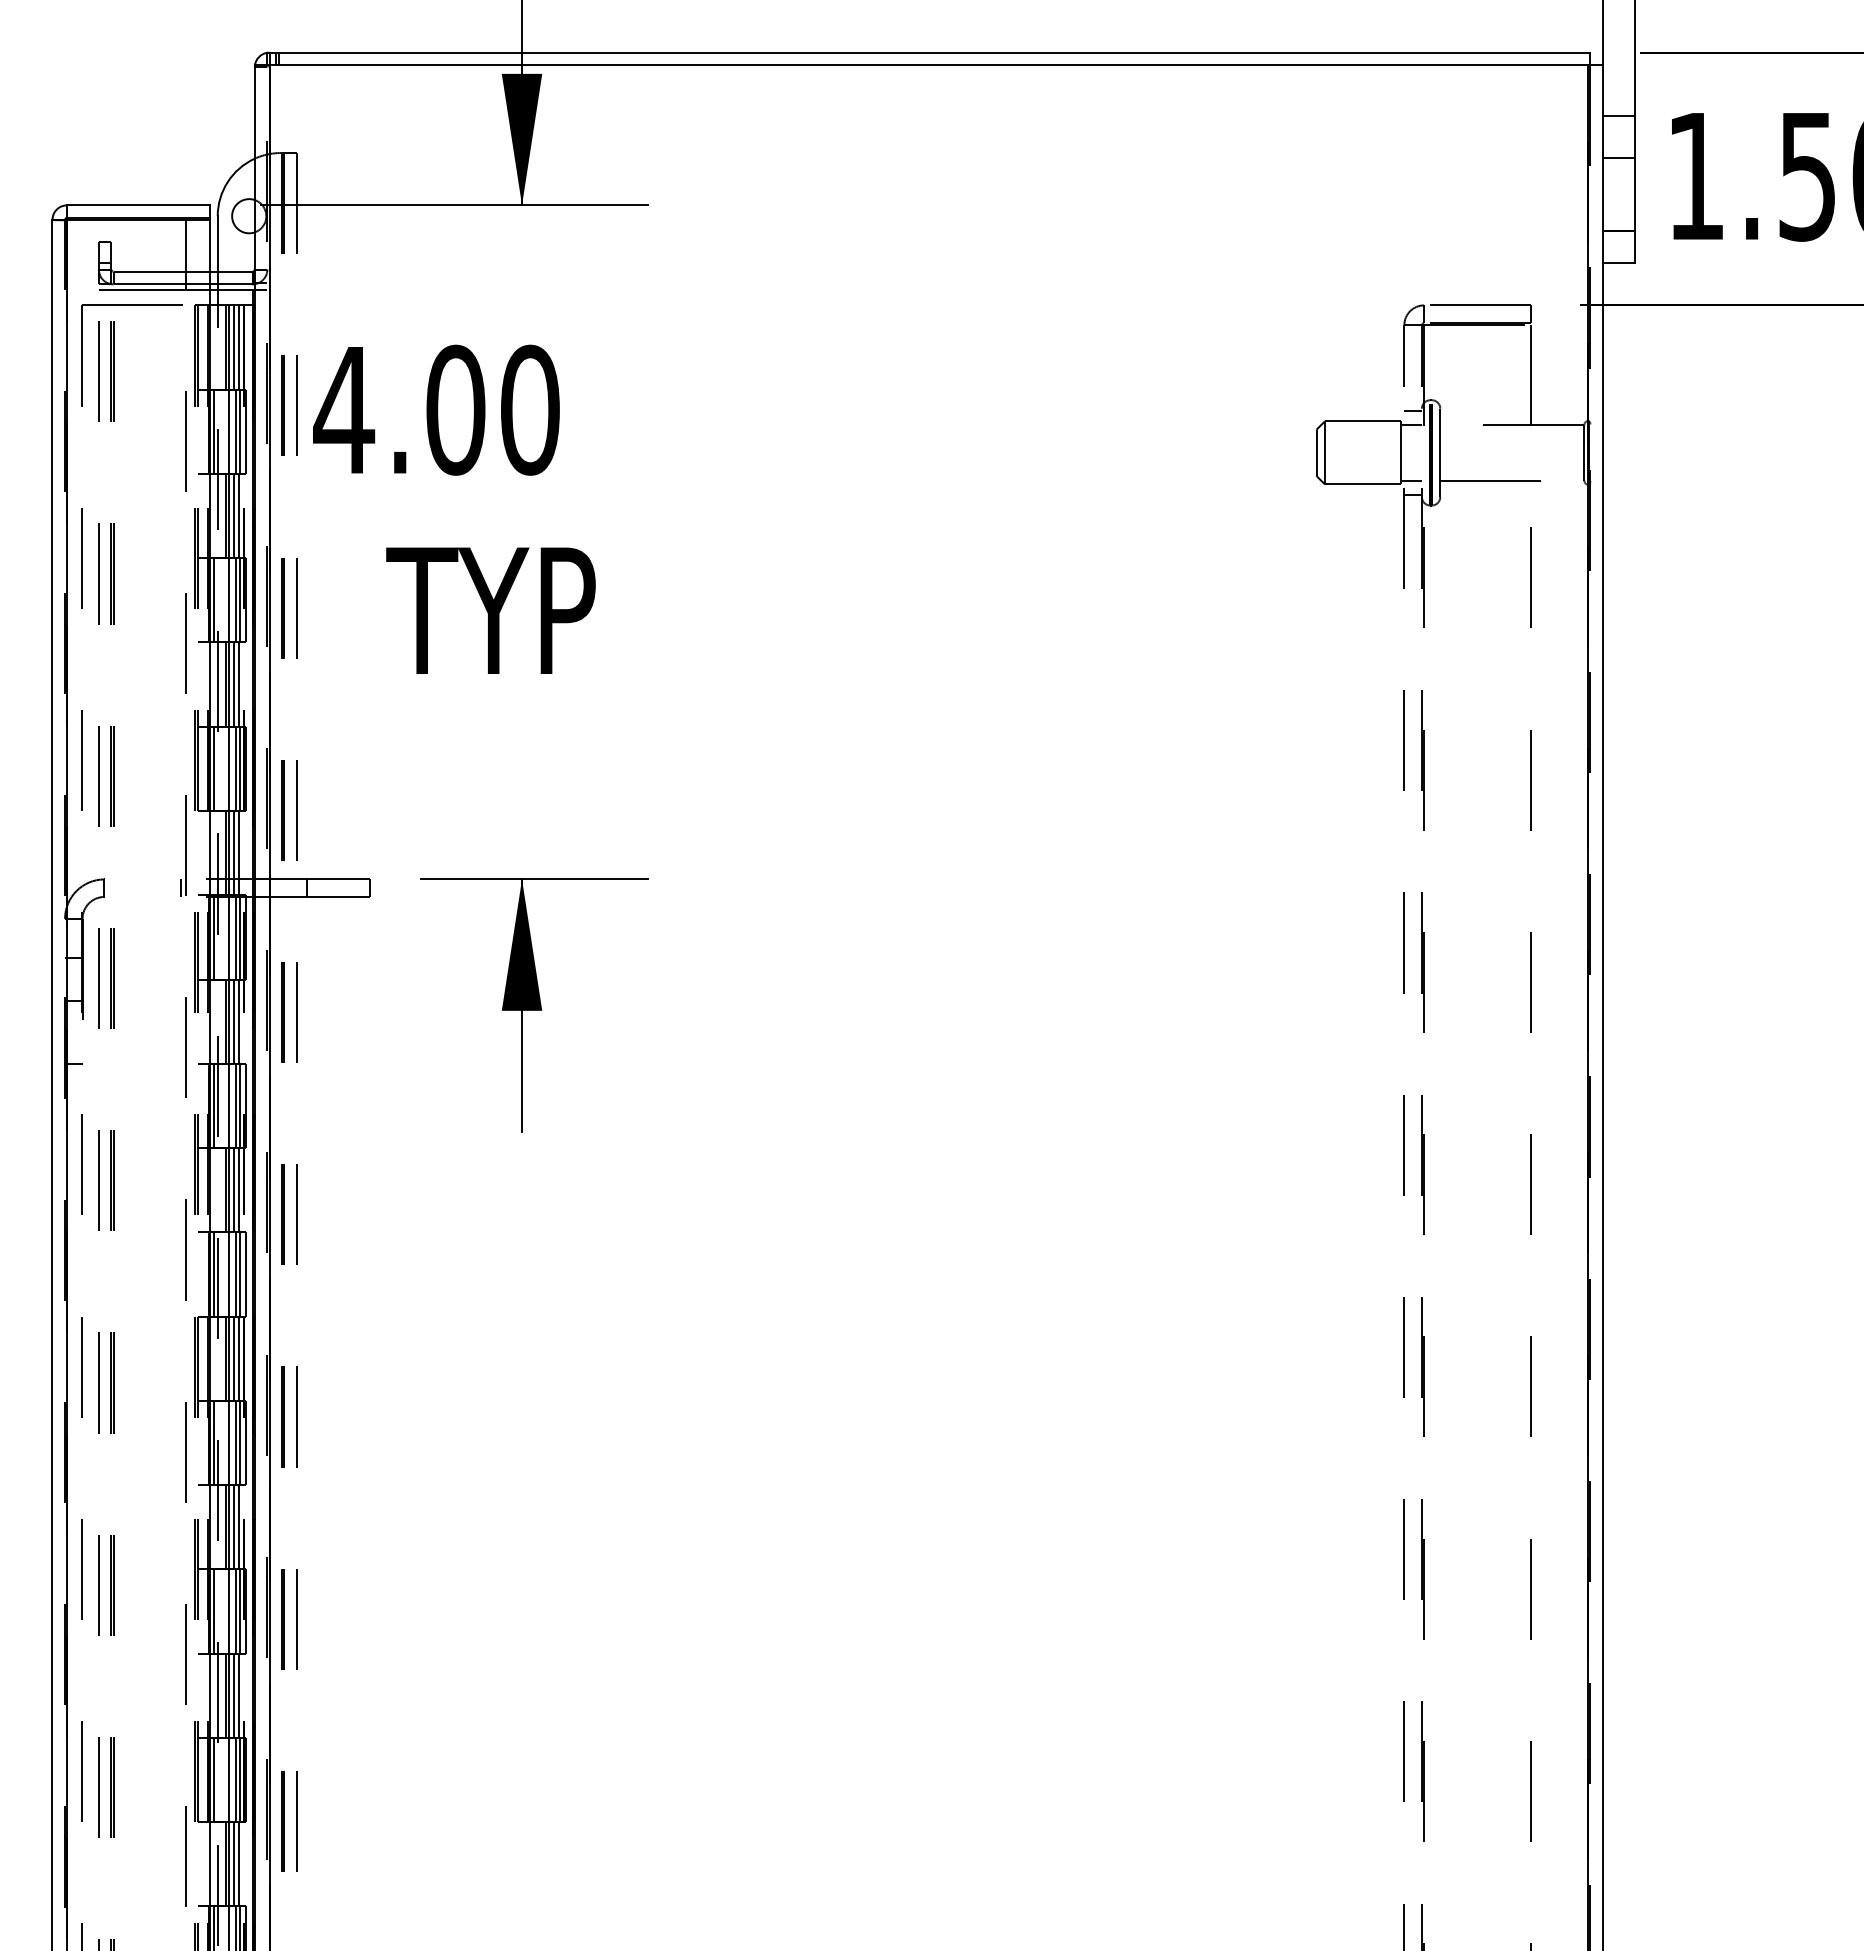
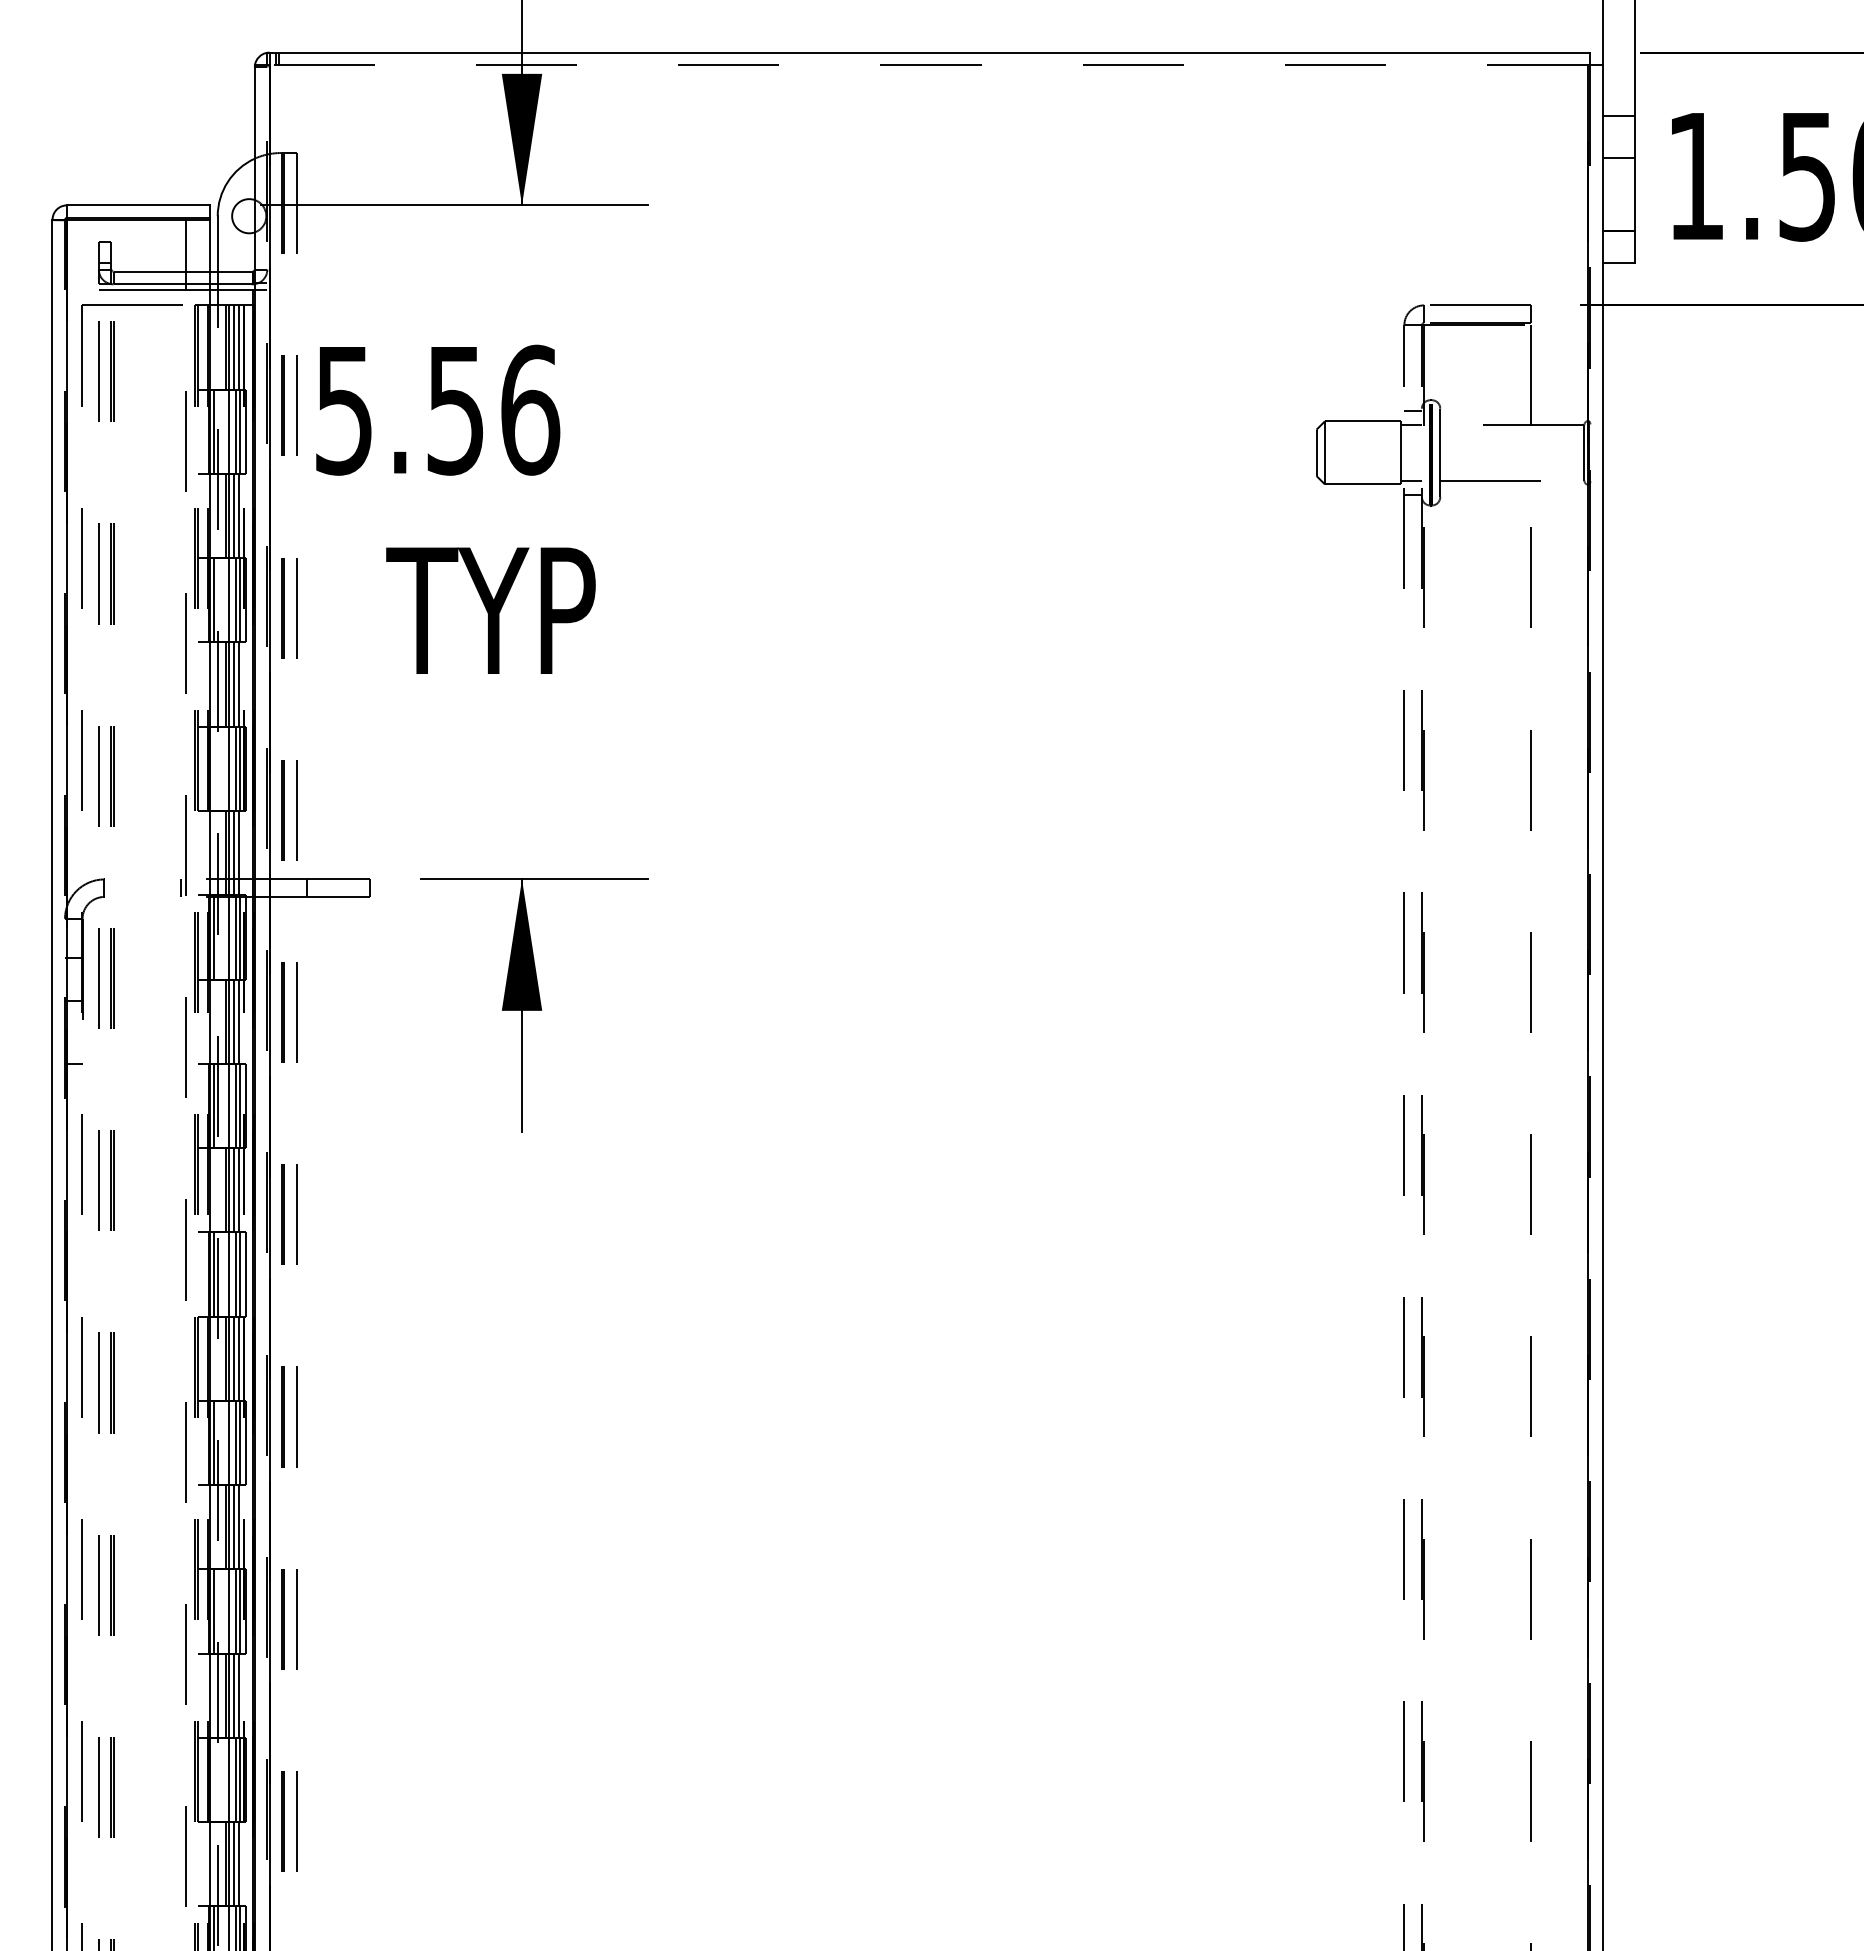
line at (928, 65): solid -> dashed
text at (436, 409): 4.00 -> 5.56
line at (213, 768): present -> none
line at (213, 1779): present -> none
